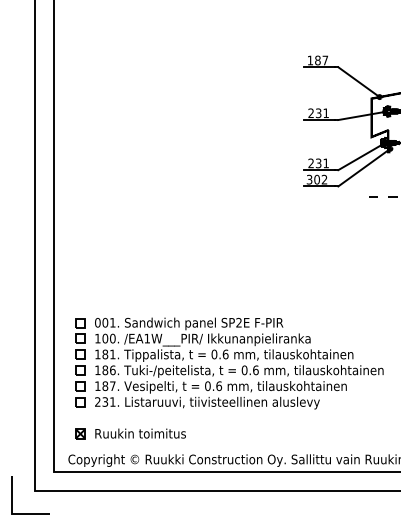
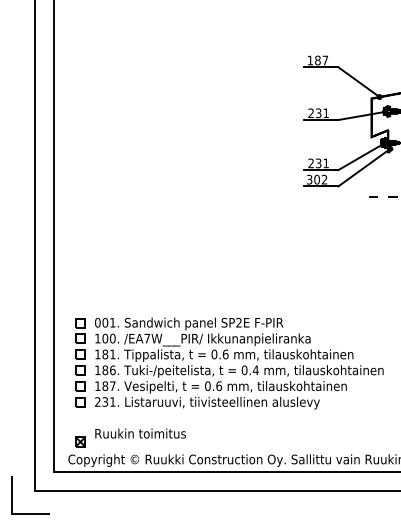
text at (146, 338): /EA1W___PIR/ -> /EA7W___PIR/
text at (255, 370): 0.6 -> 0.4
part at (80, 433) position: (80, 433) -> (80, 441)
